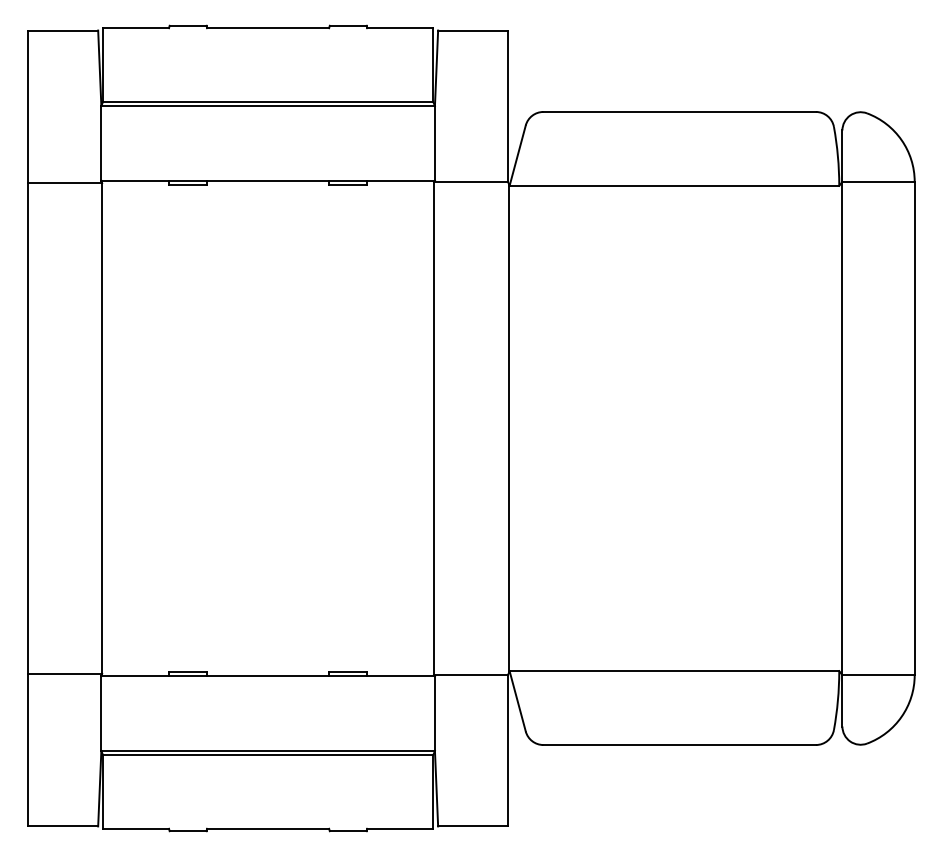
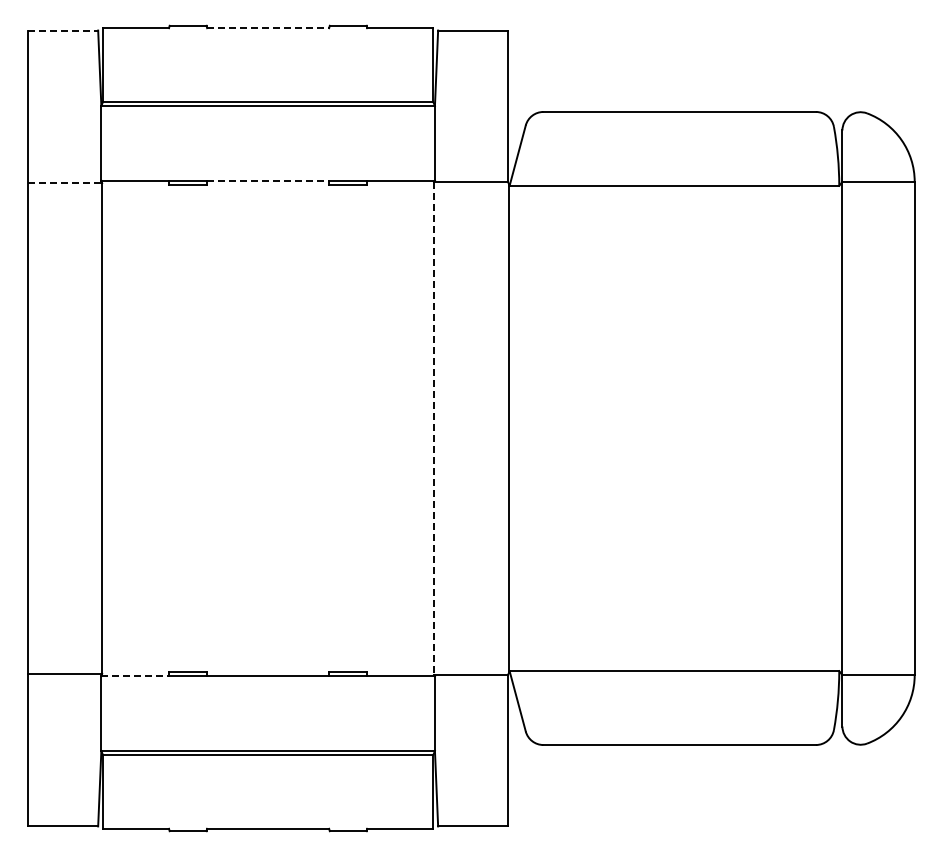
line at (268, 28): solid -> dashed
line at (63, 30): solid -> dashed
line at (268, 180): solid -> dashed
line at (65, 183): solid -> dashed
line at (434, 428): solid -> dashed
line at (135, 676): solid -> dashed
